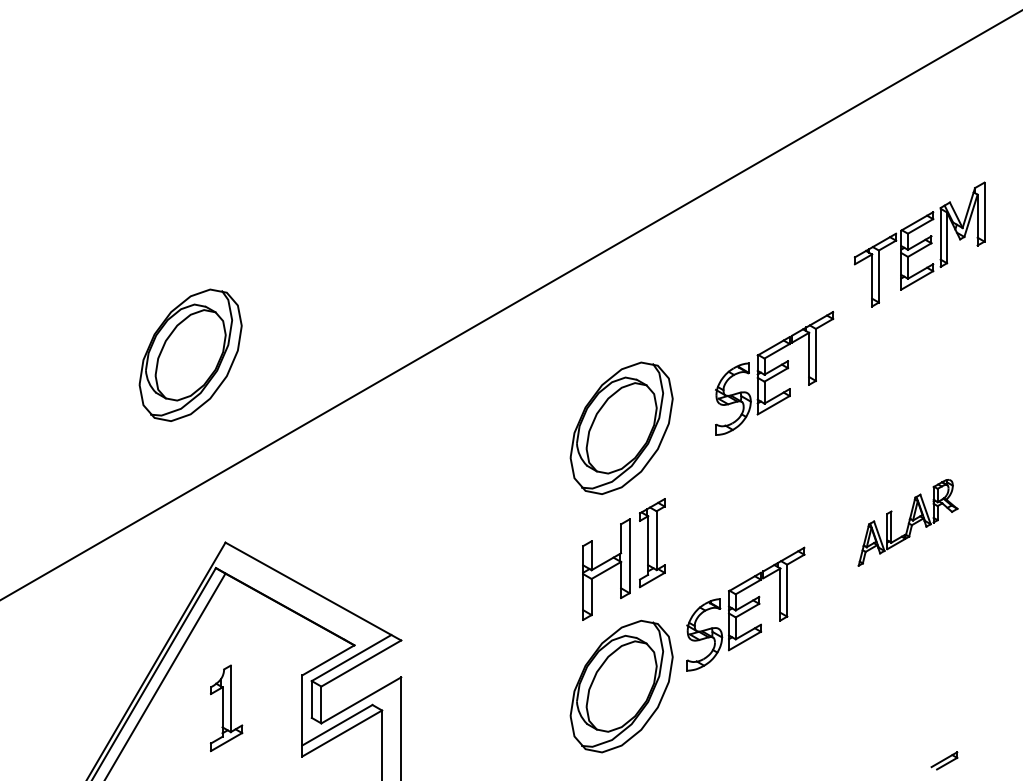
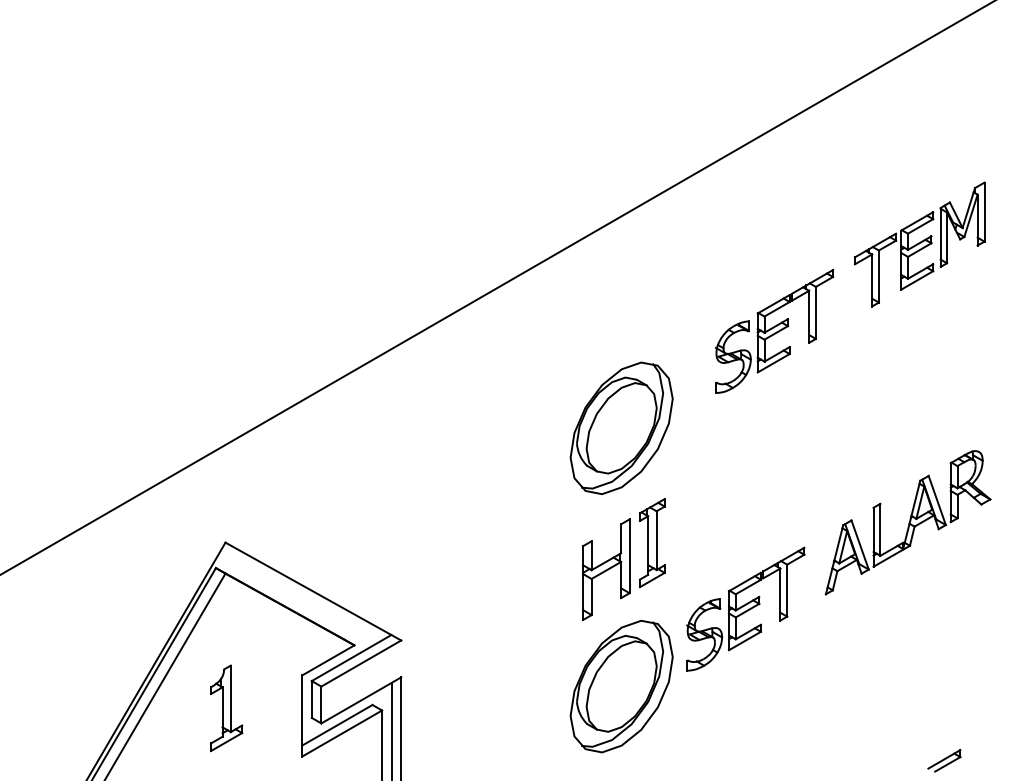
line at (510, 304) position: (510, 304) -> (497, 287)
part at (190, 354): present -> none
part at (774, 373) position: (774, 373) -> (774, 331)
part at (907, 522) size: 102x88 px -> 168x146 px
line at (391, 729): none -> present
part at (944, 760) size: 29x20 px -> 35x24 px
